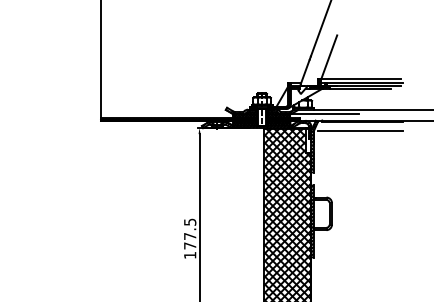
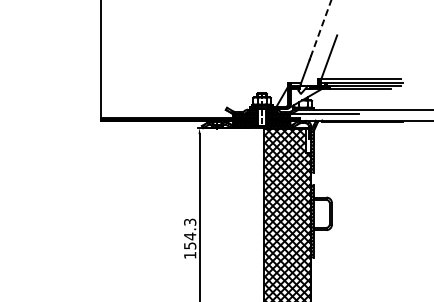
line at (321, 28): solid -> dashed
line at (359, 131): present -> none
text at (190, 233): 177.5 -> 154.3
